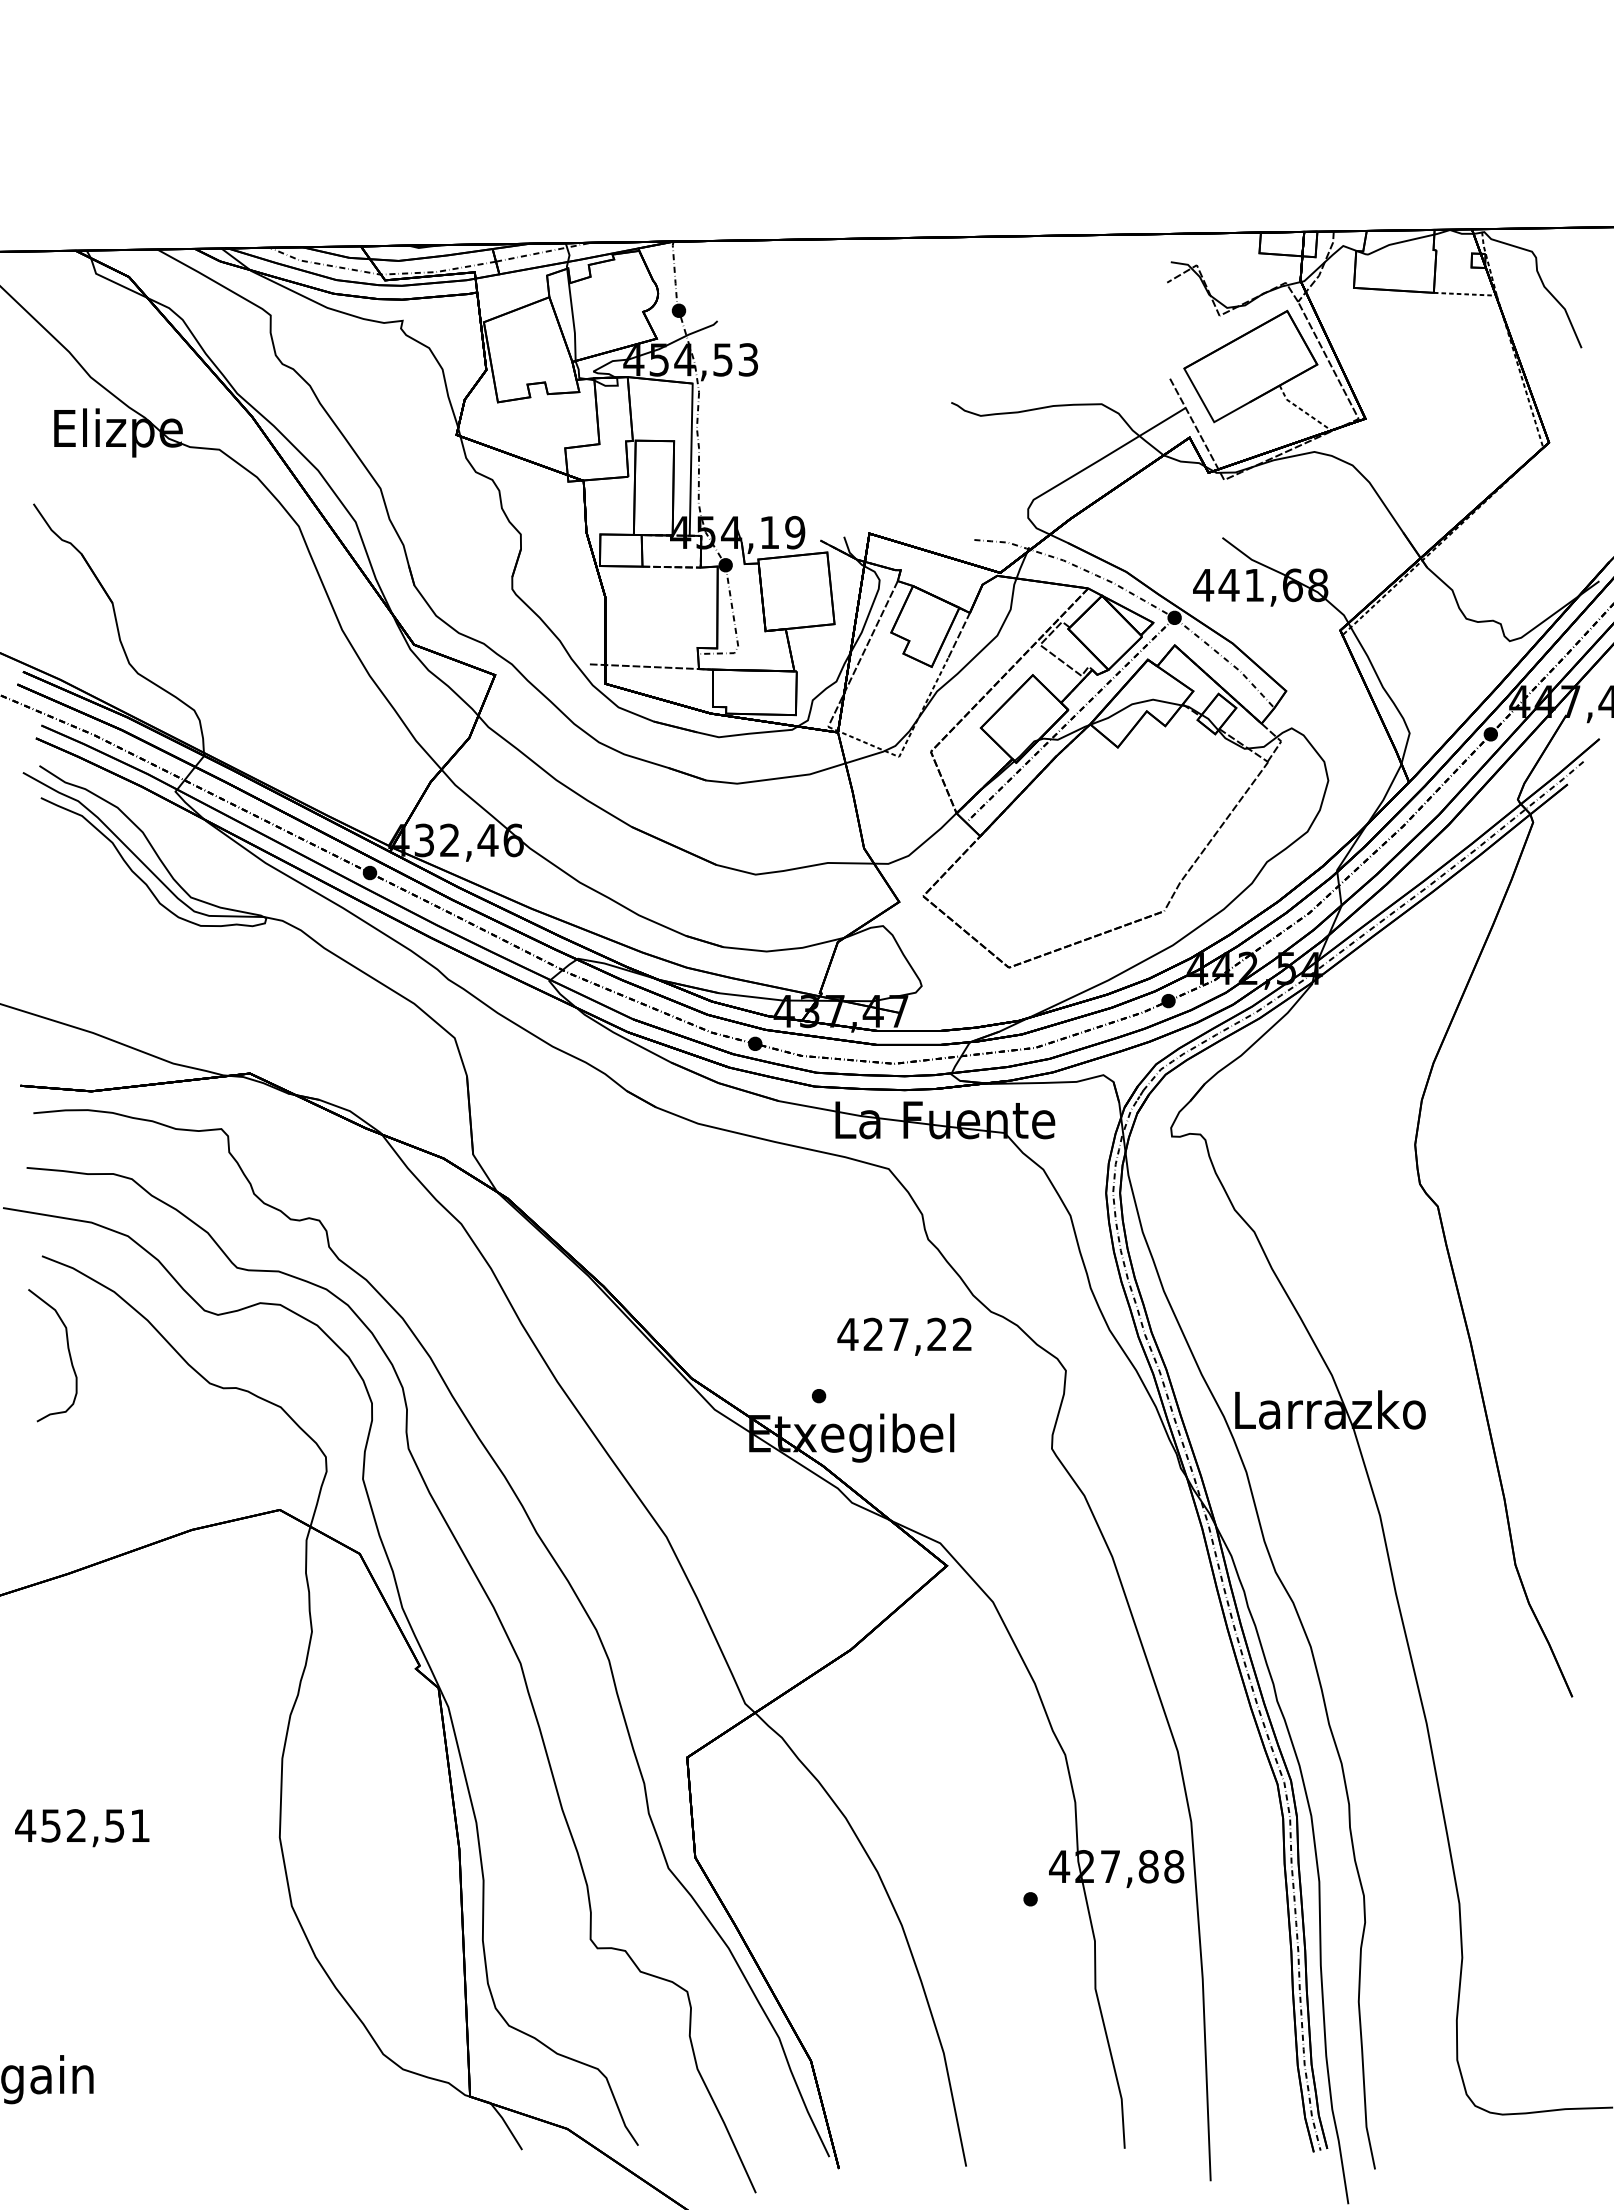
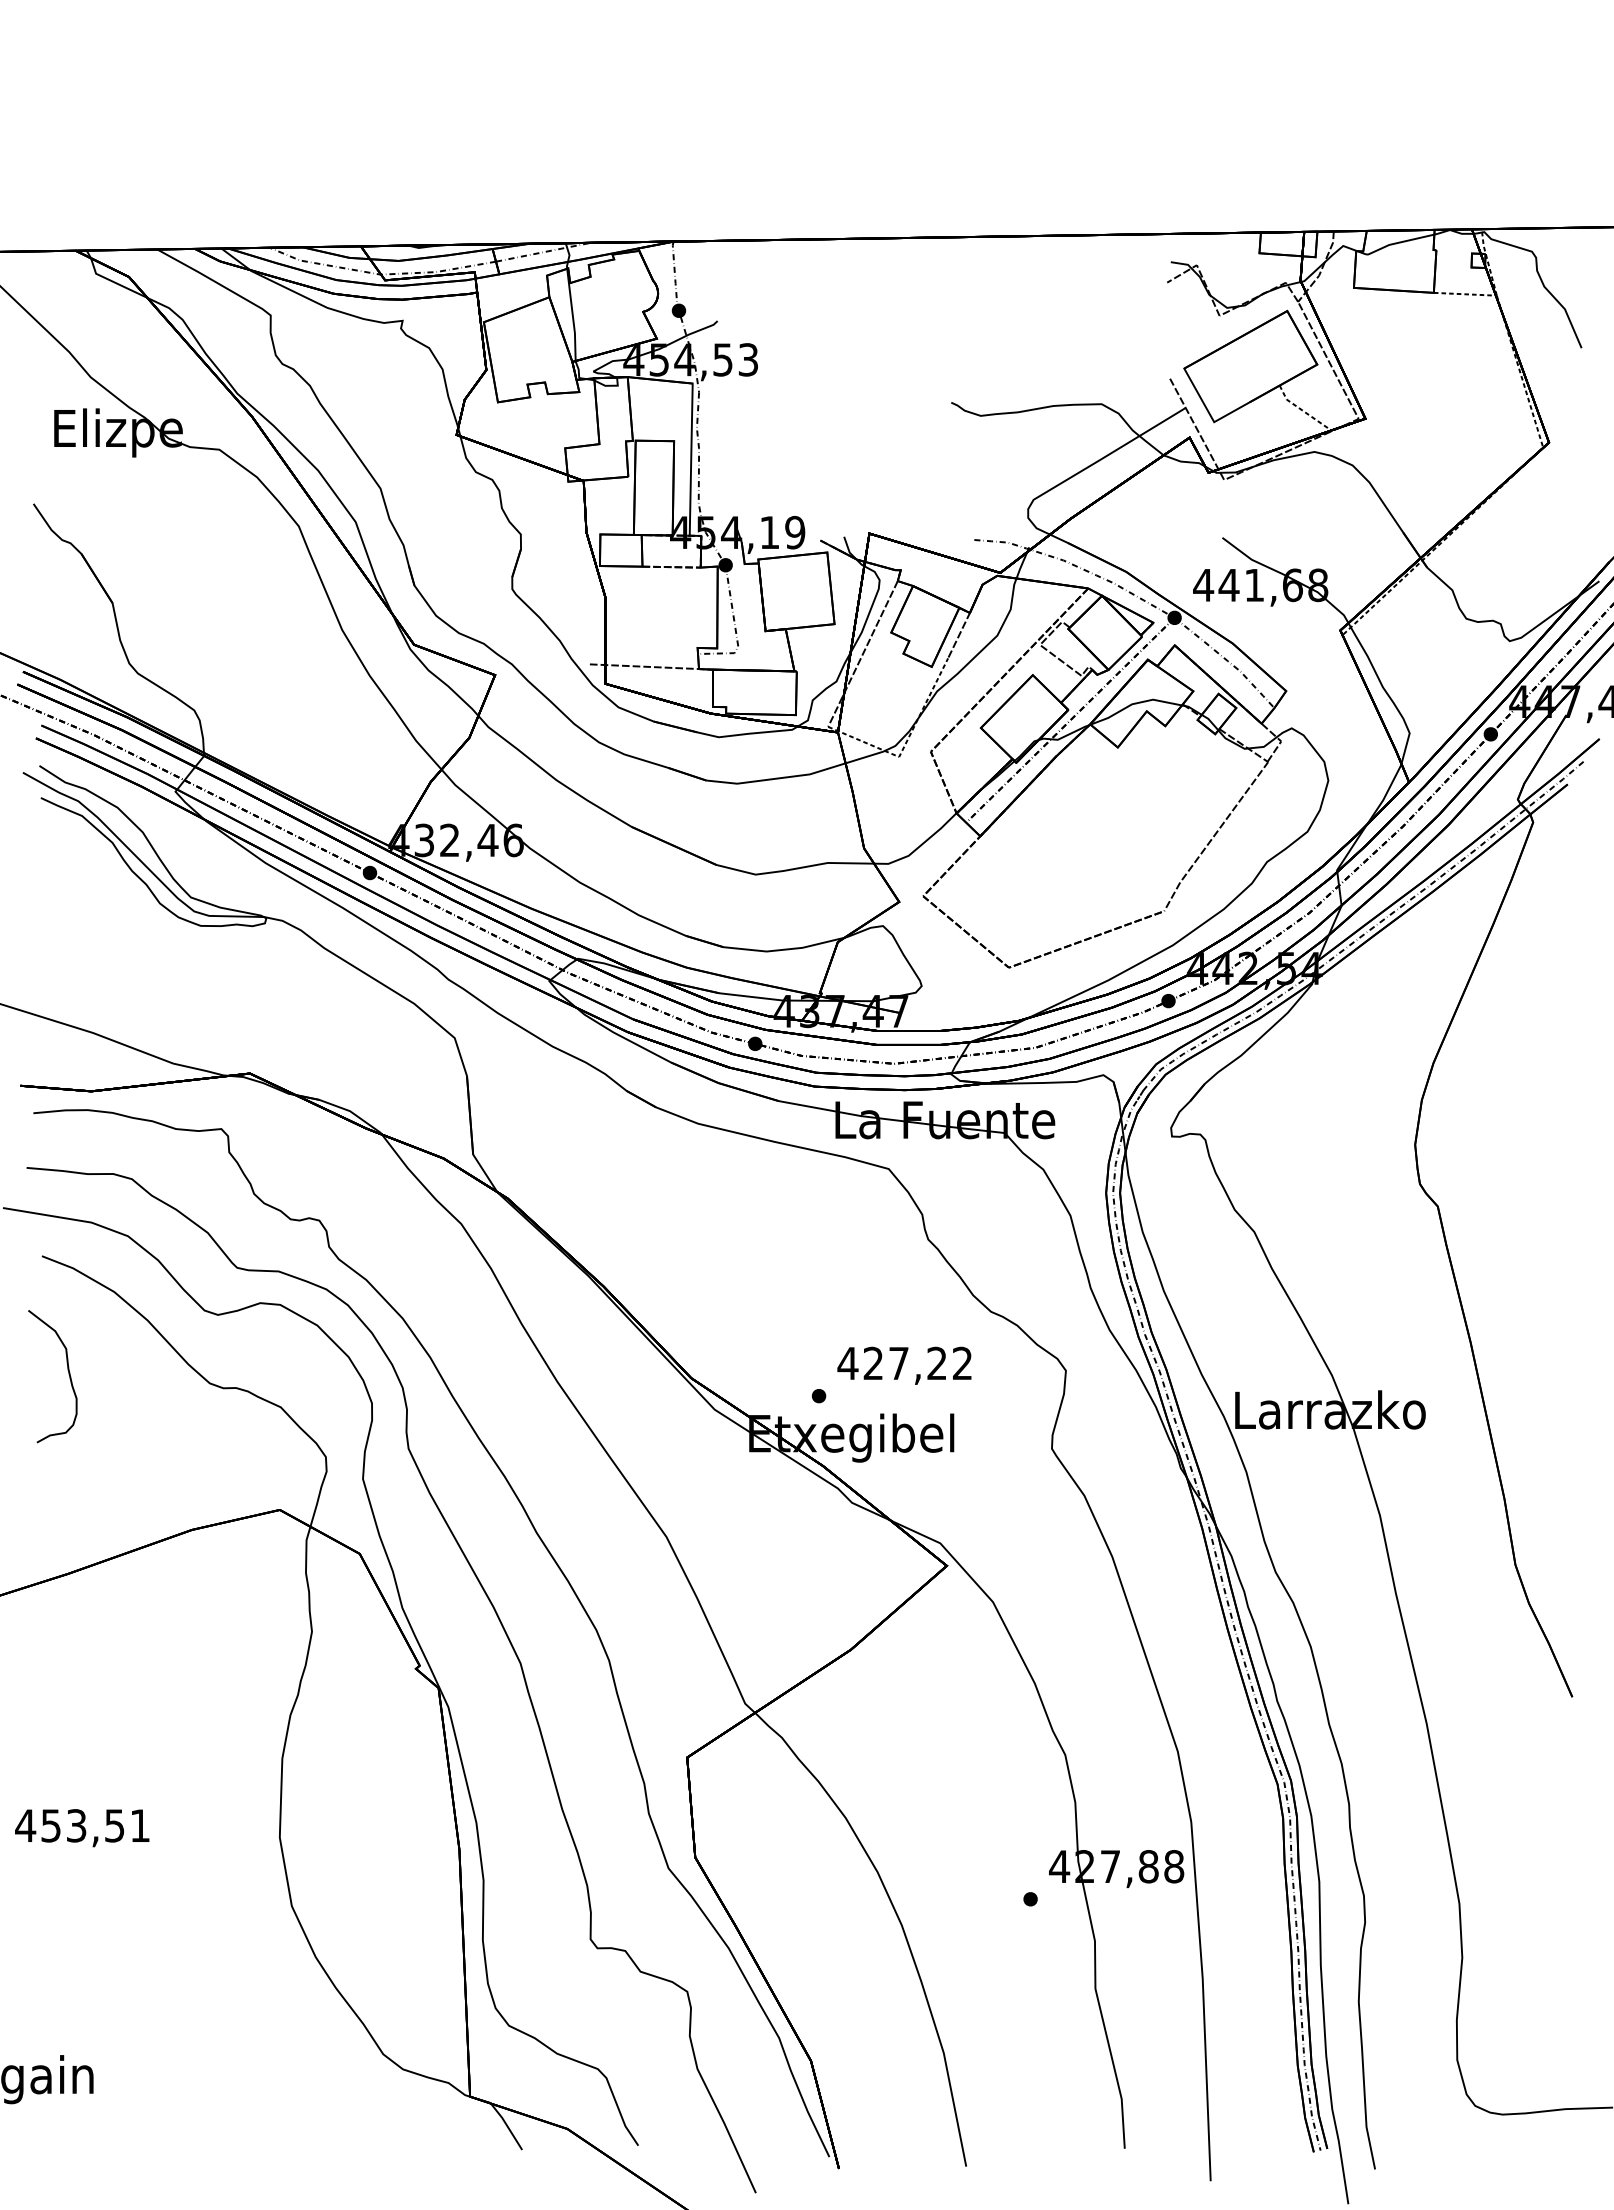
text at (904, 1336) position: (904, 1336) -> (904, 1365)
curve at (68, 1353) position: (68, 1353) -> (68, 1374)
text at (76, 1825): 452,51 -> 453,51
